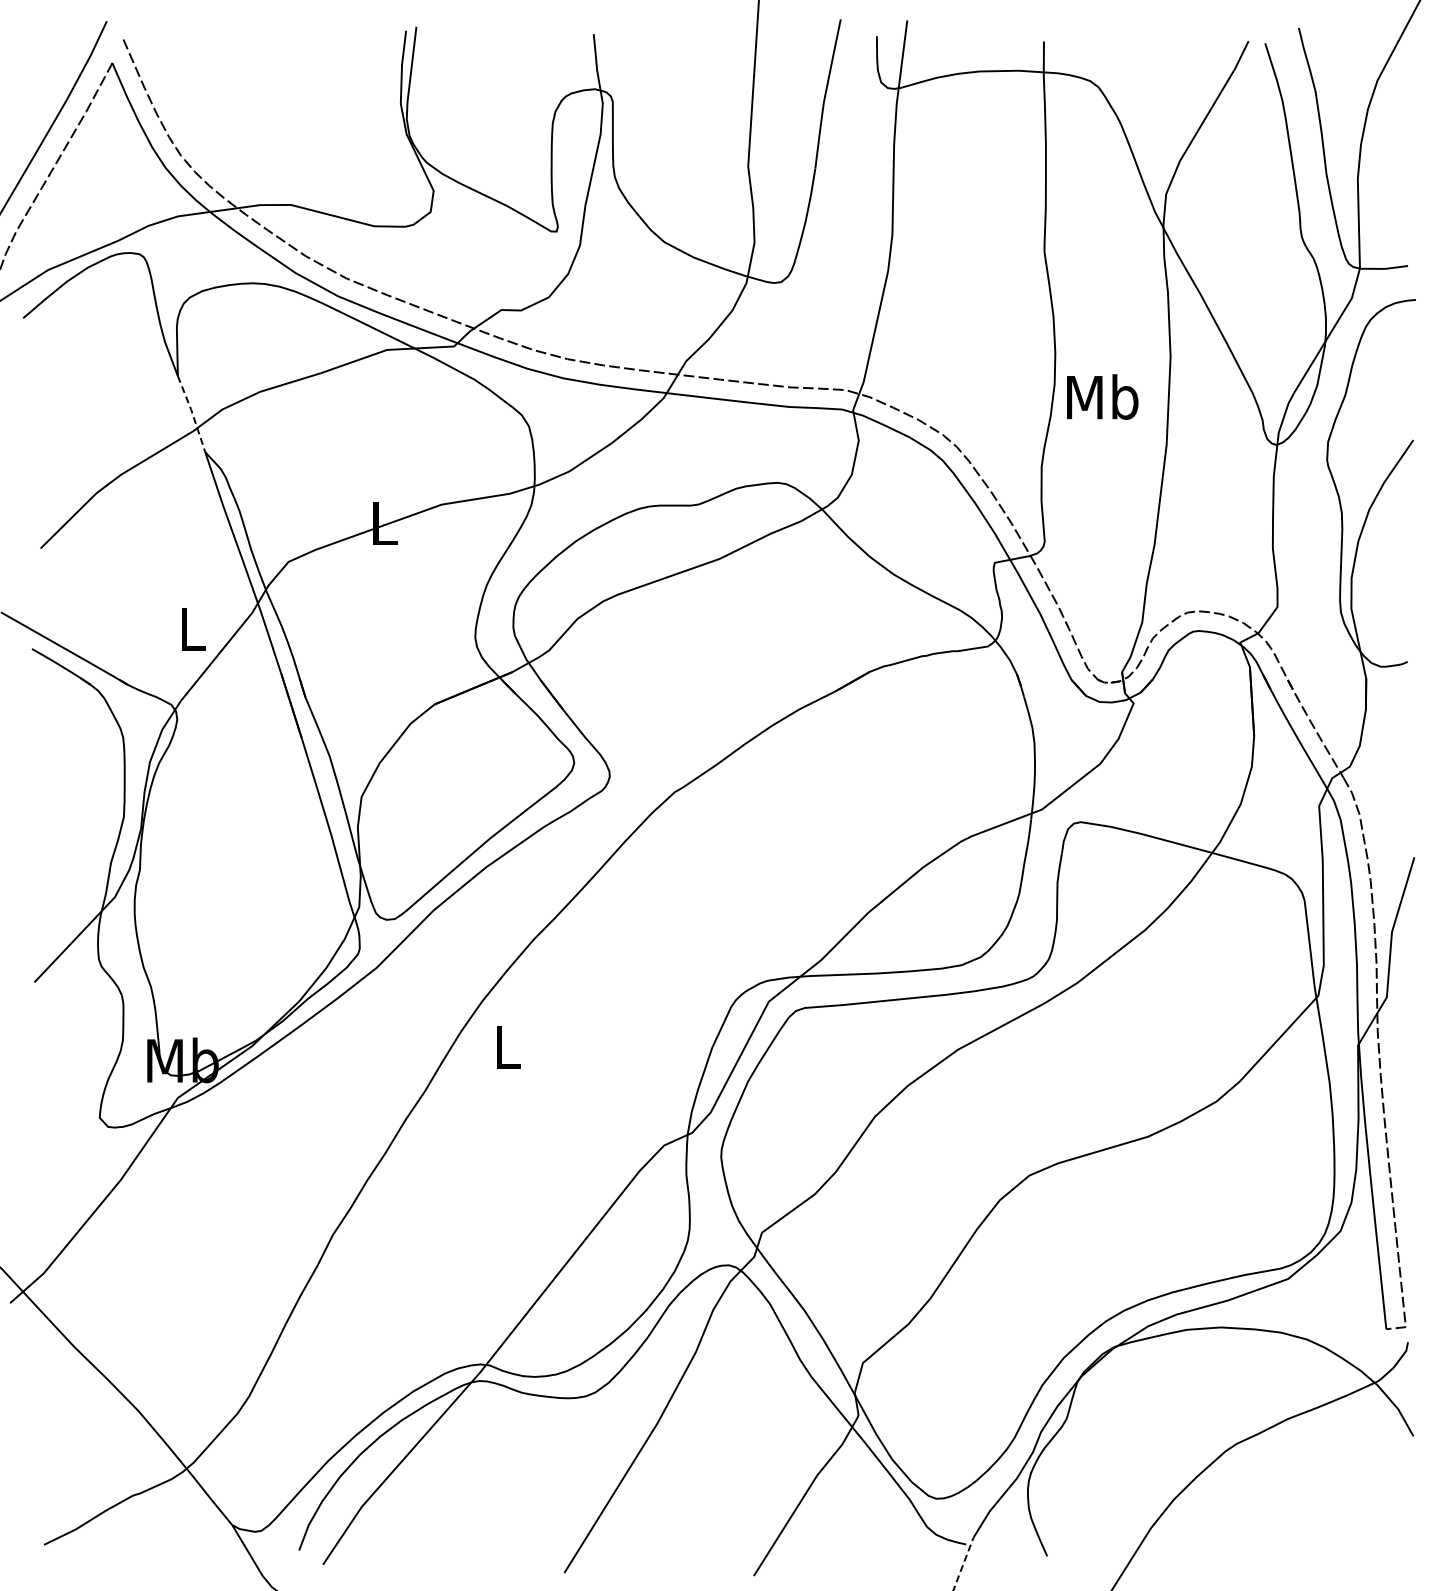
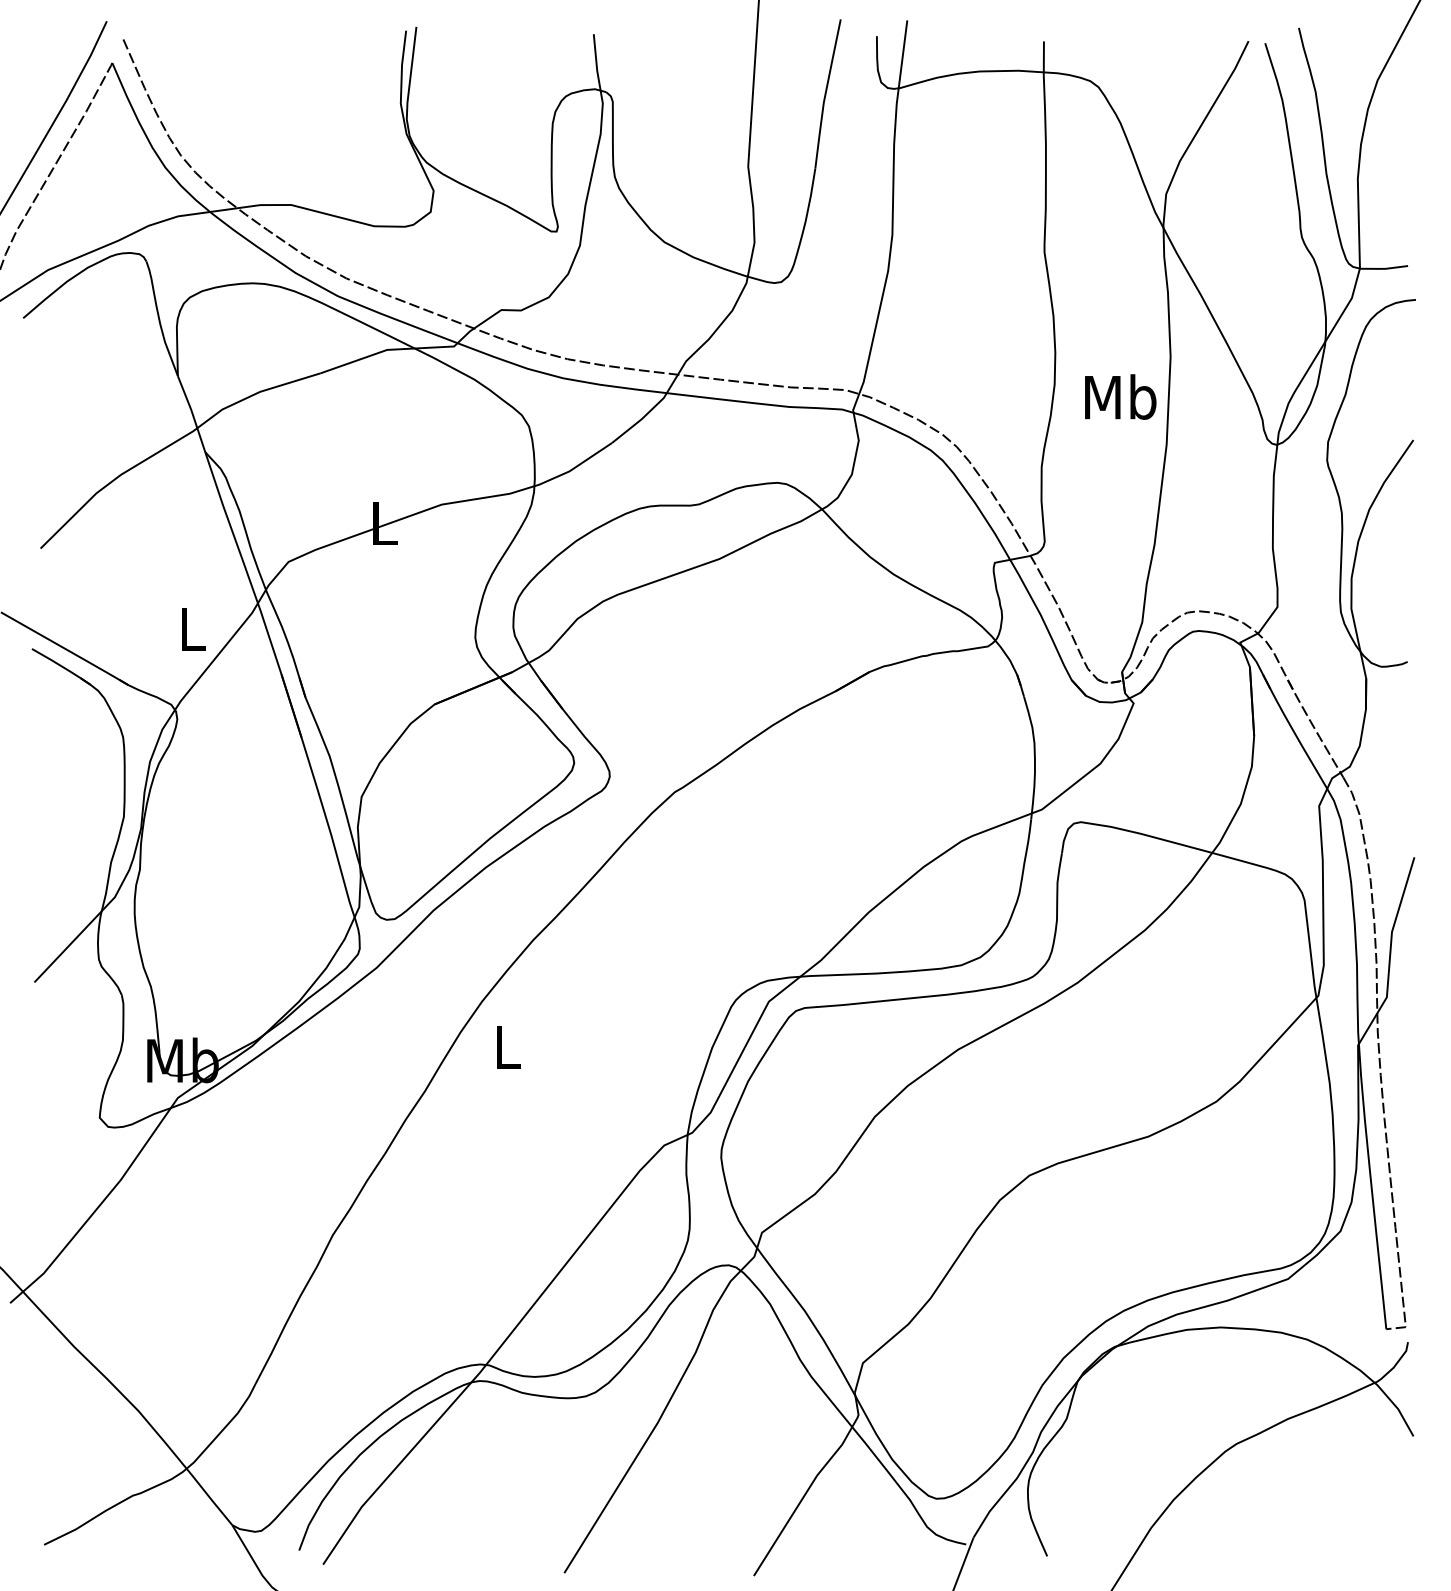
text at (1102, 396) position: (1102, 396) -> (1120, 396)
line at (192, 413): dashed -> solid
line at (963, 1563): dashed -> solid
